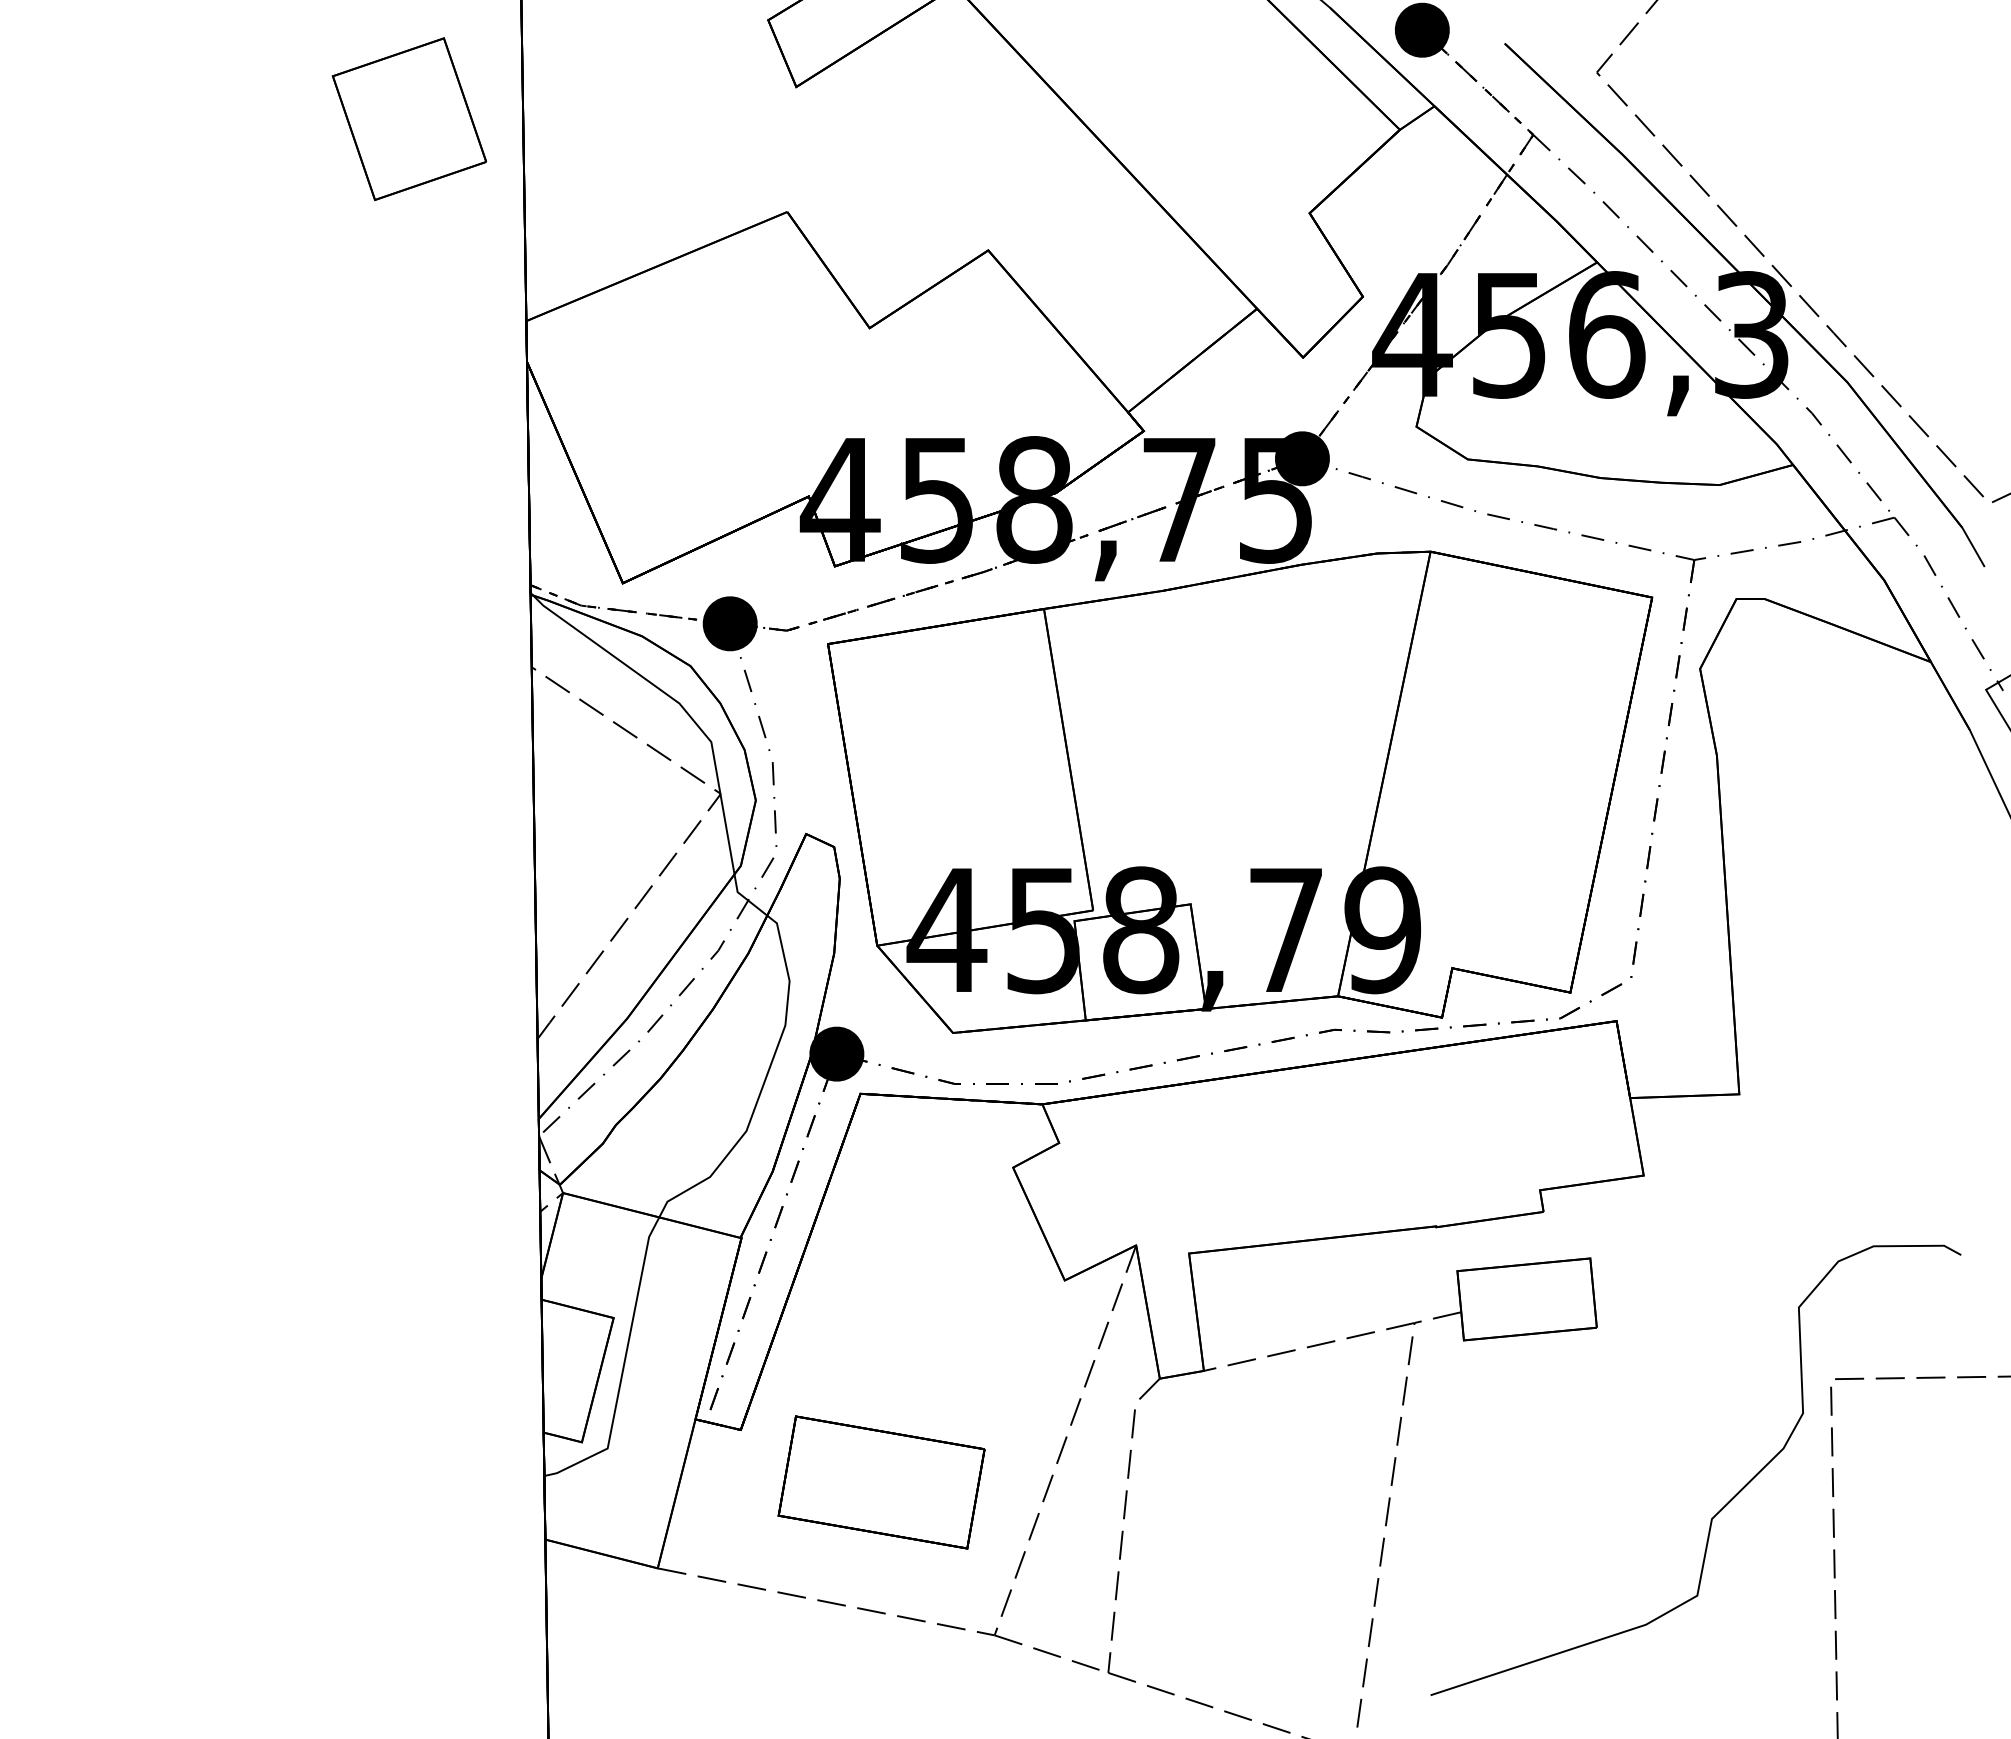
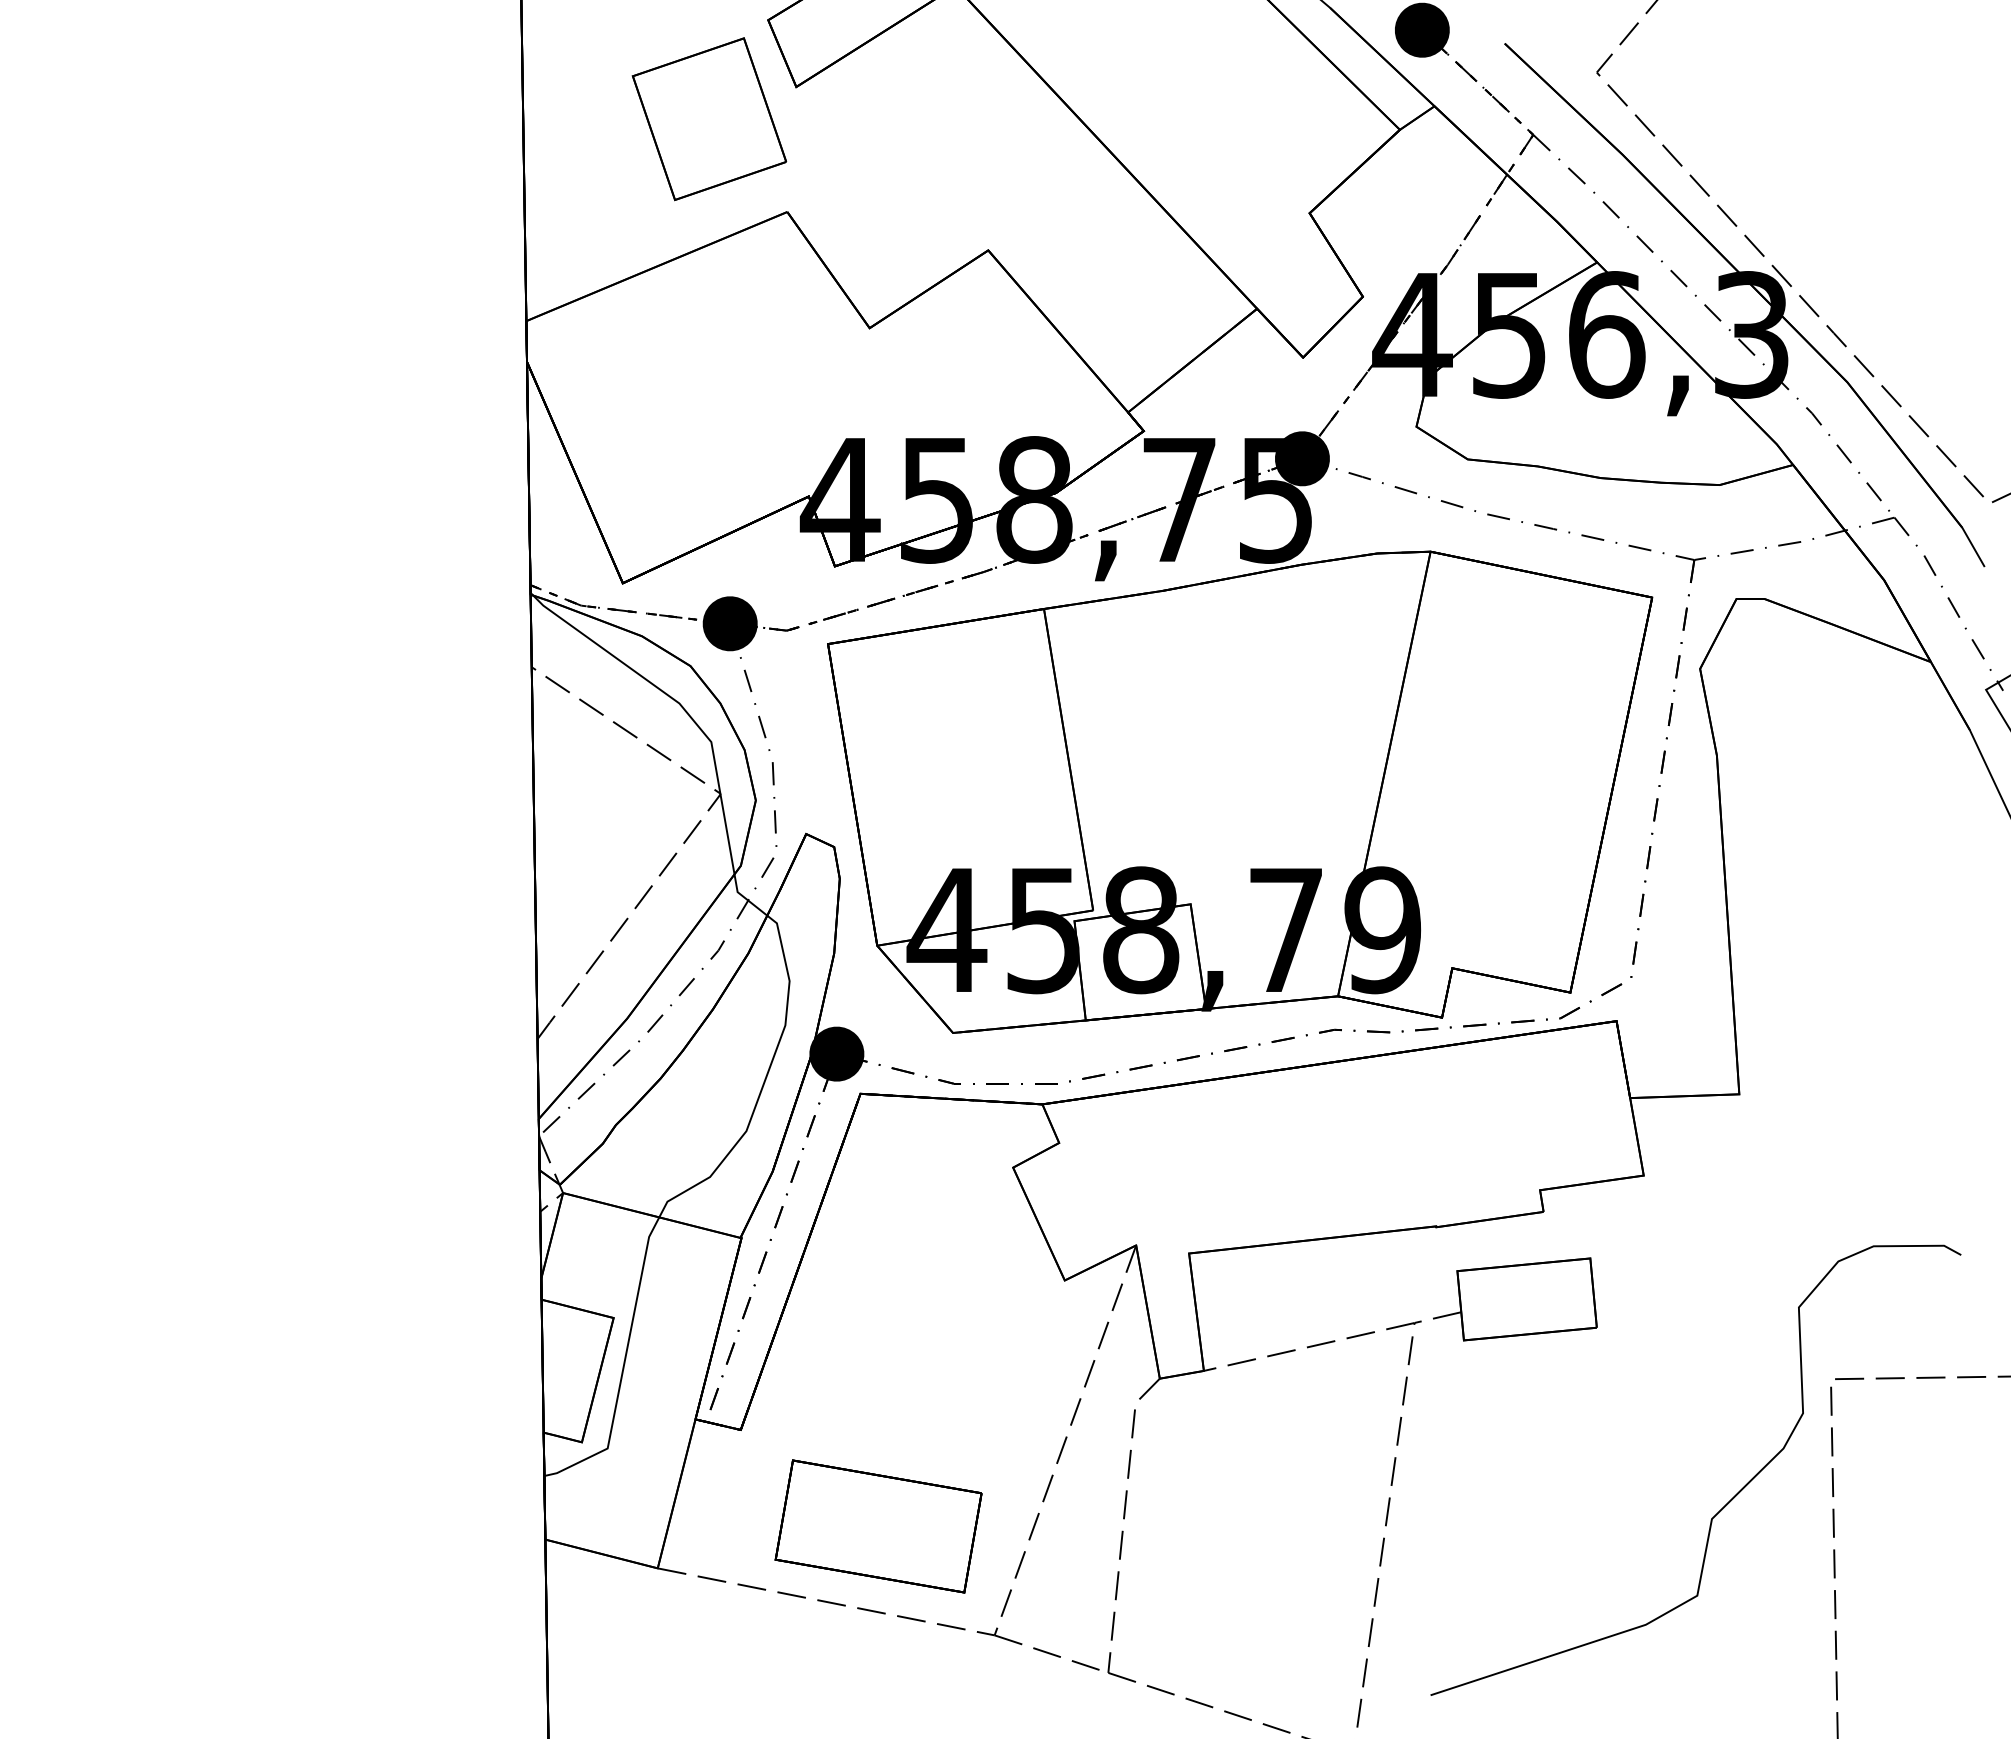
part at (409, 119) position: (409, 119) -> (709, 119)
part at (881, 1482) position: (881, 1482) -> (878, 1526)
